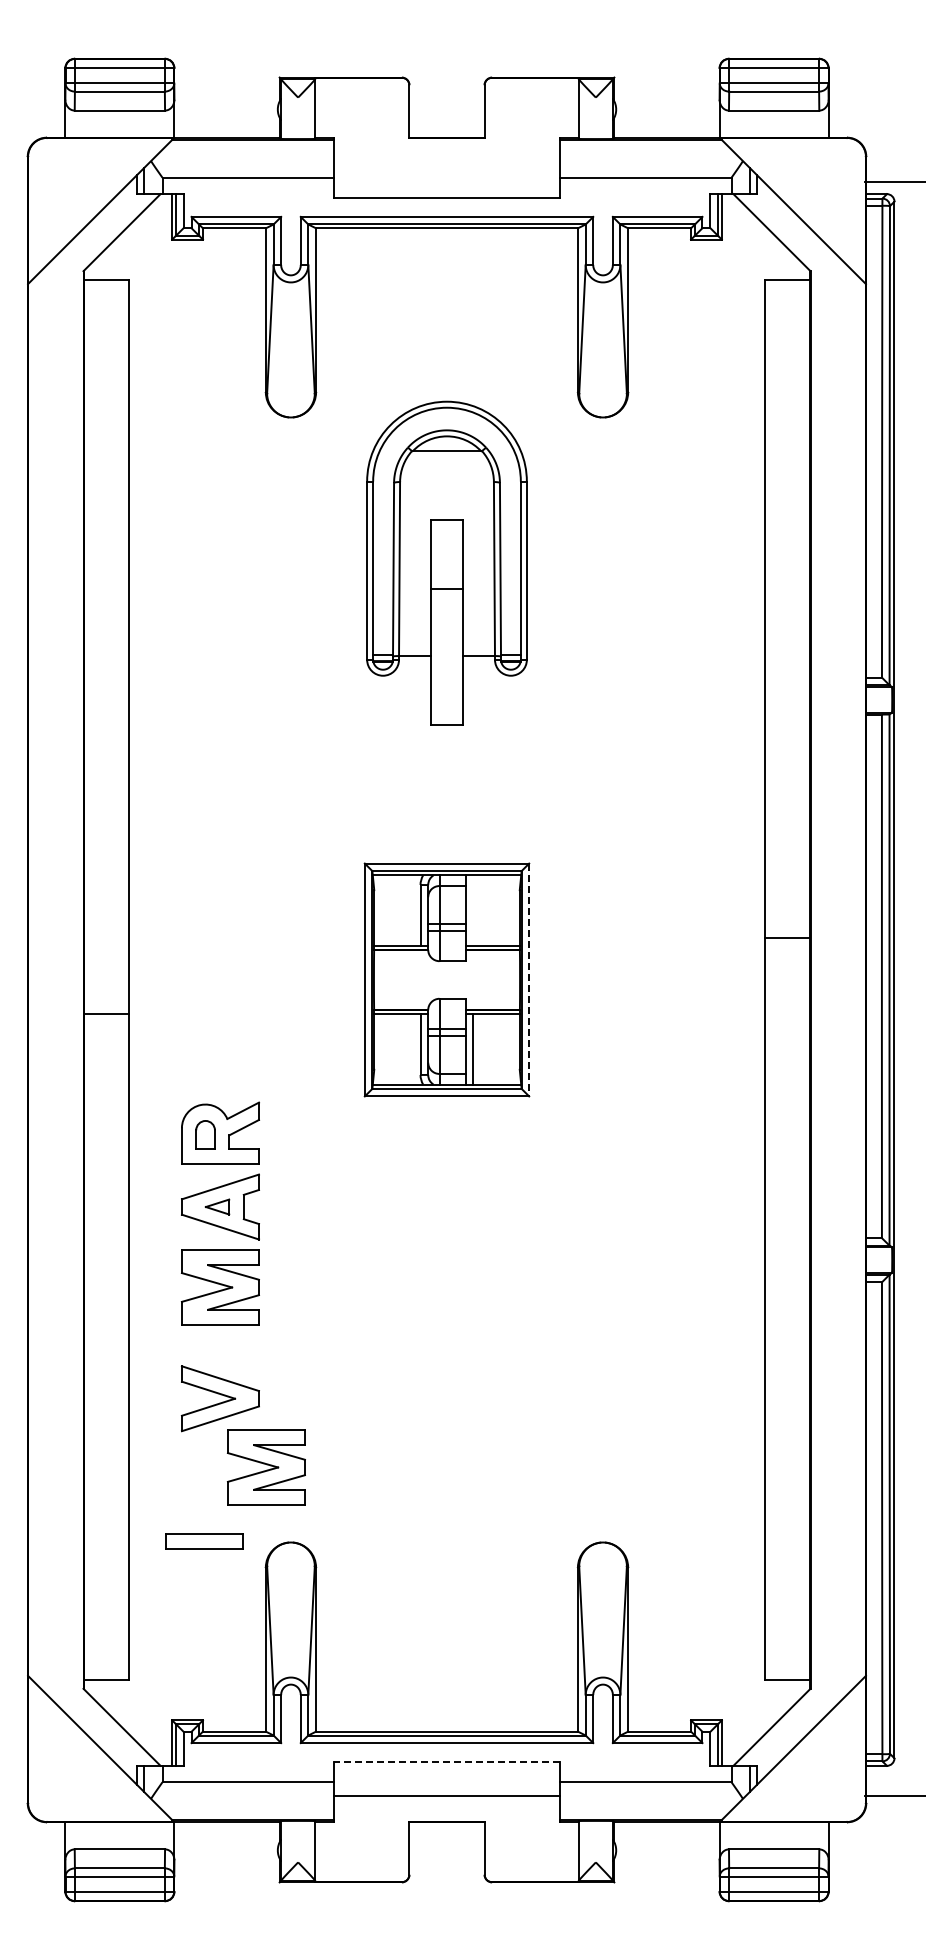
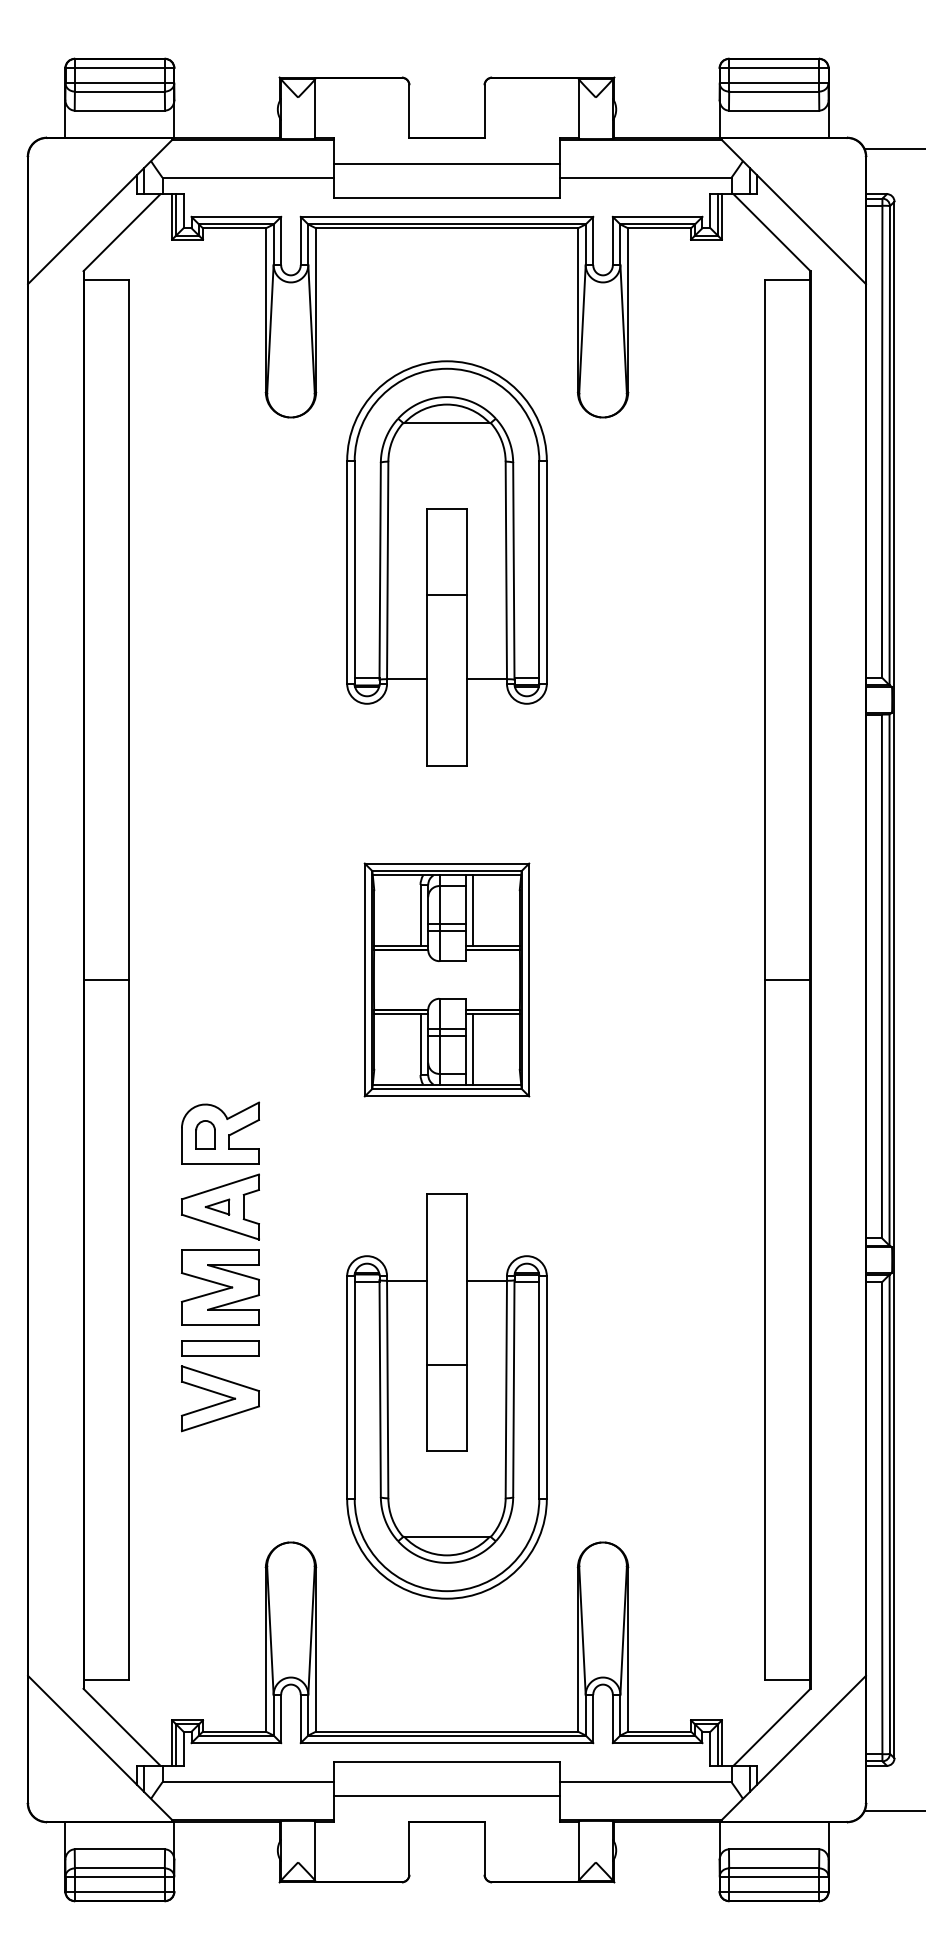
line at (446, 164): none -> present
line at (893, 182) position: (893, 182) -> (893, 149)
part at (446, 562) size: 162x326 px -> 202x407 px
line at (473, 910): none -> present
line at (786, 938) position: (786, 938) -> (786, 980)
line at (529, 980): dashed -> solid
line at (106, 1014) position: (106, 1014) -> (106, 980)
part at (446, 1396): none -> present
part at (266, 1467): present -> none
part at (204, 1541) position: (204, 1541) -> (220, 1348)
line at (447, 1762): dashed -> solid
line at (893, 1795) position: (893, 1795) -> (893, 1810)
